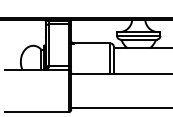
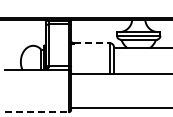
line at (92, 43): solid -> dashed
line at (37, 112): solid -> dashed
